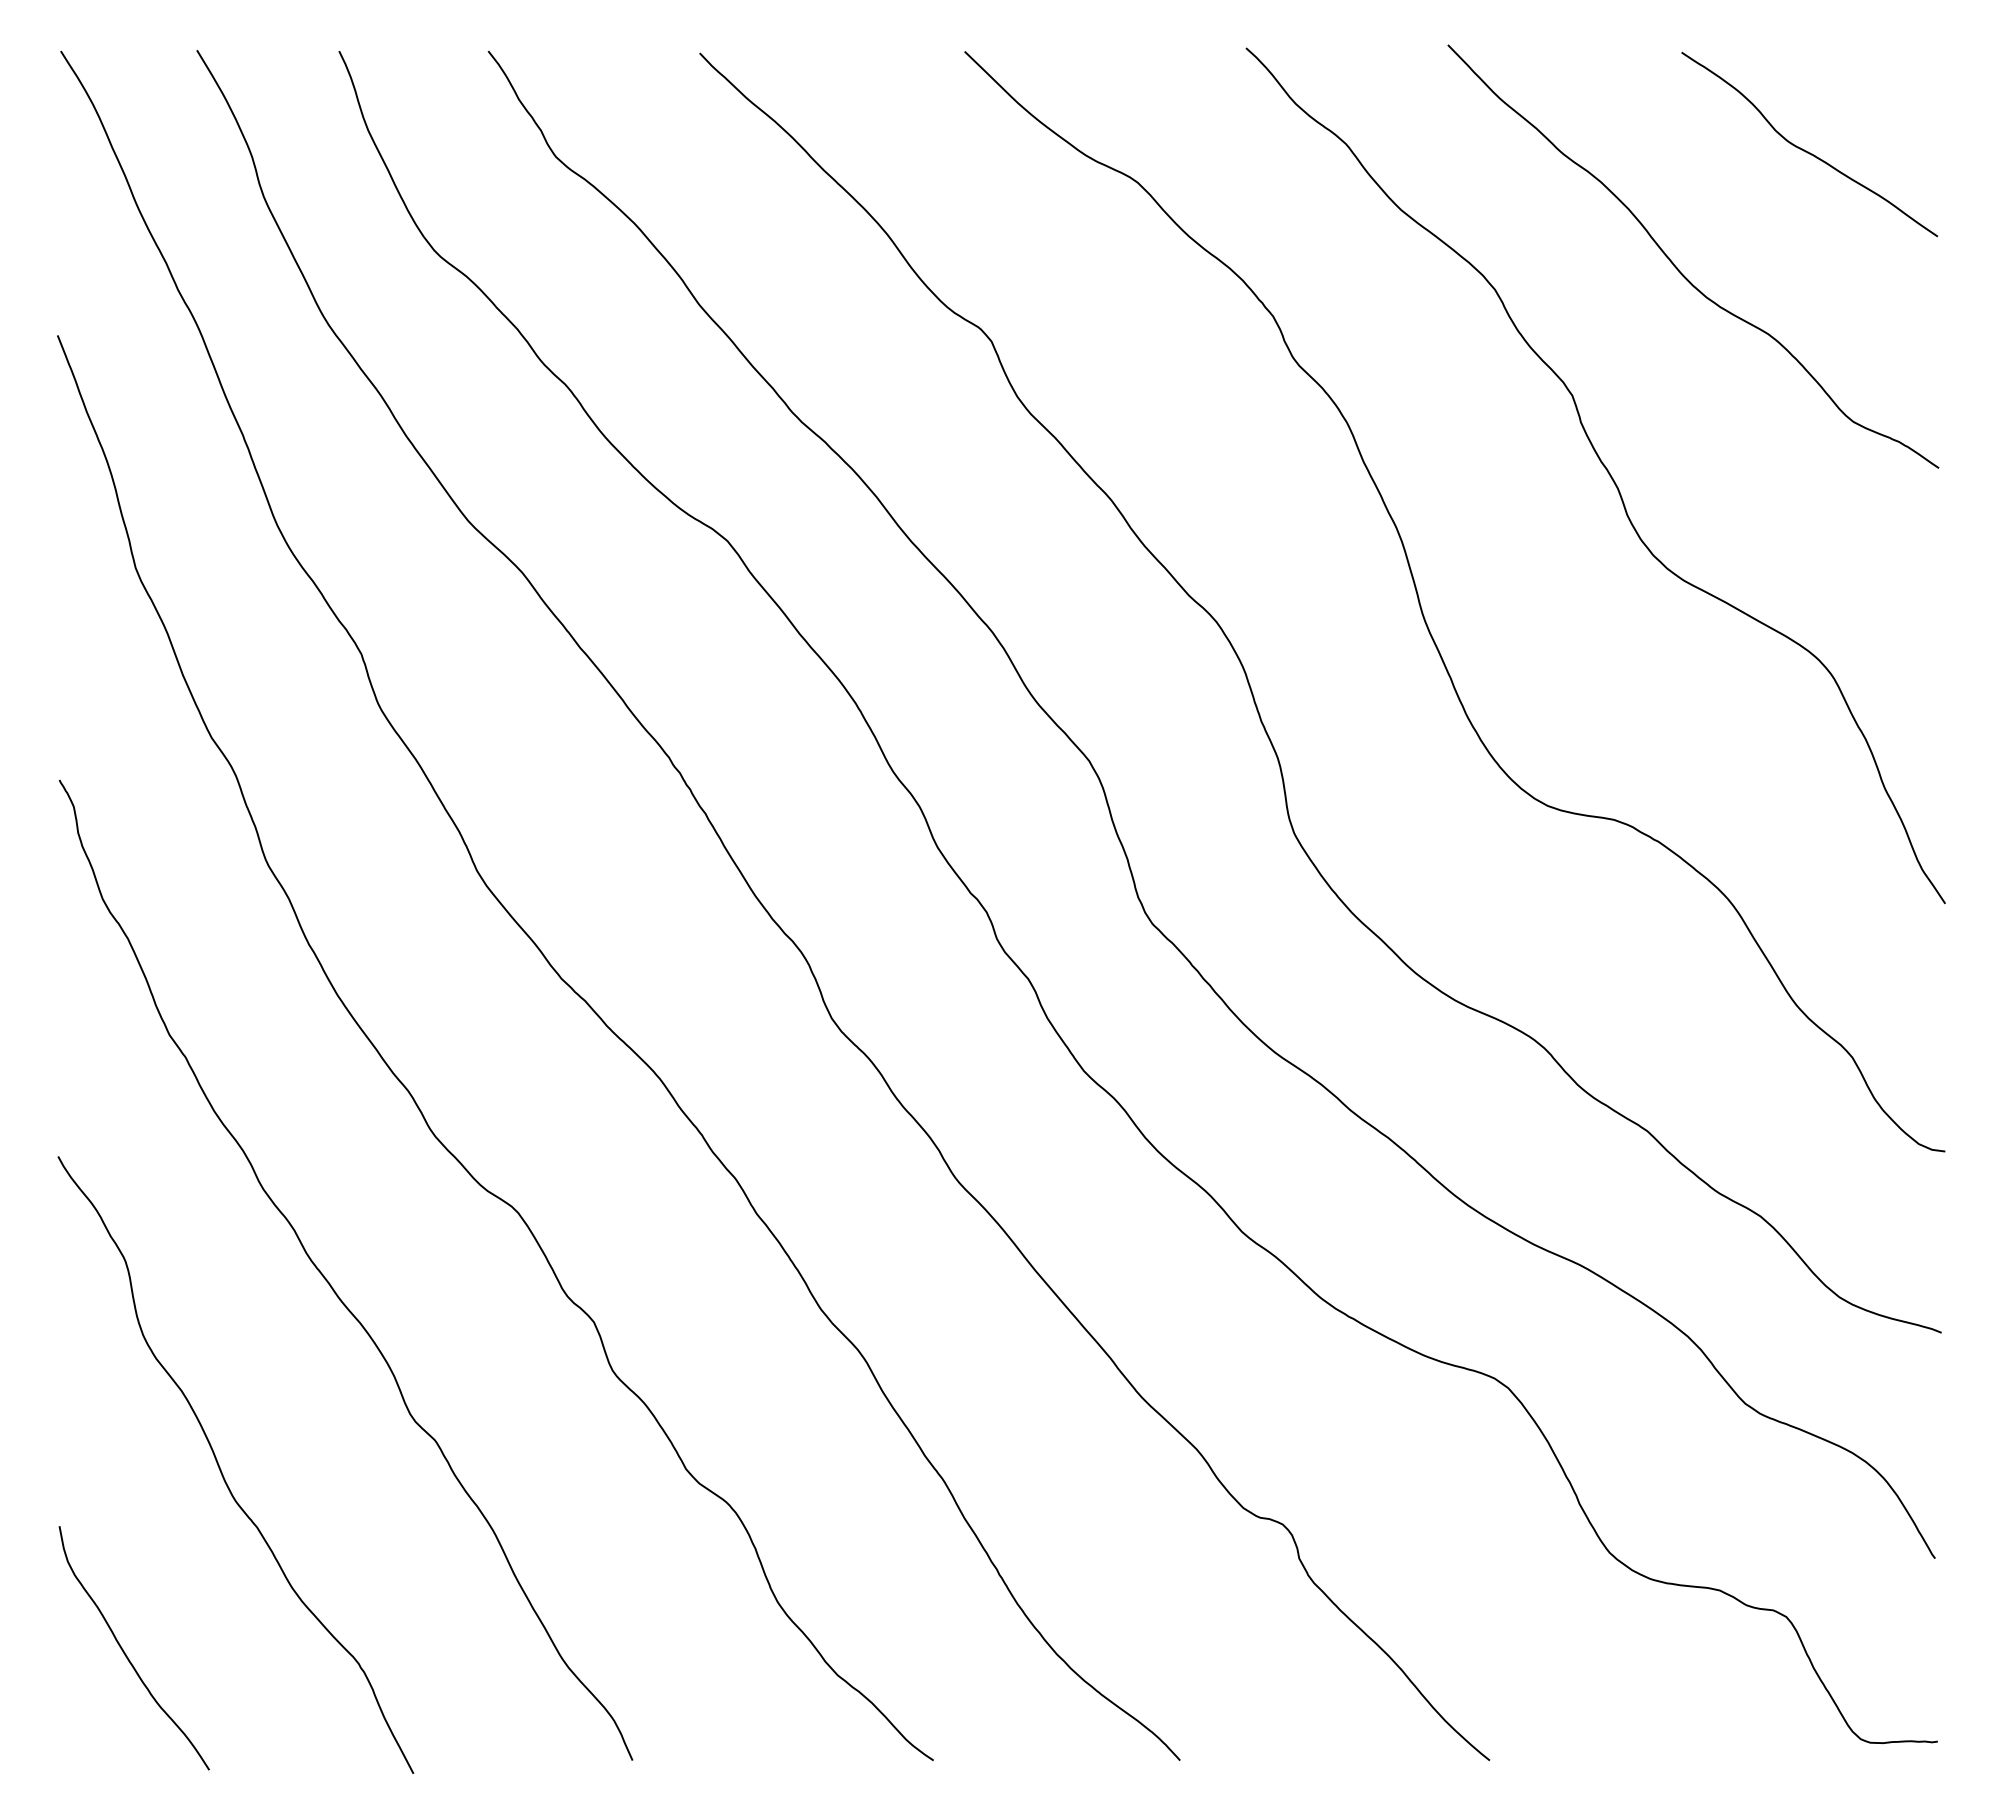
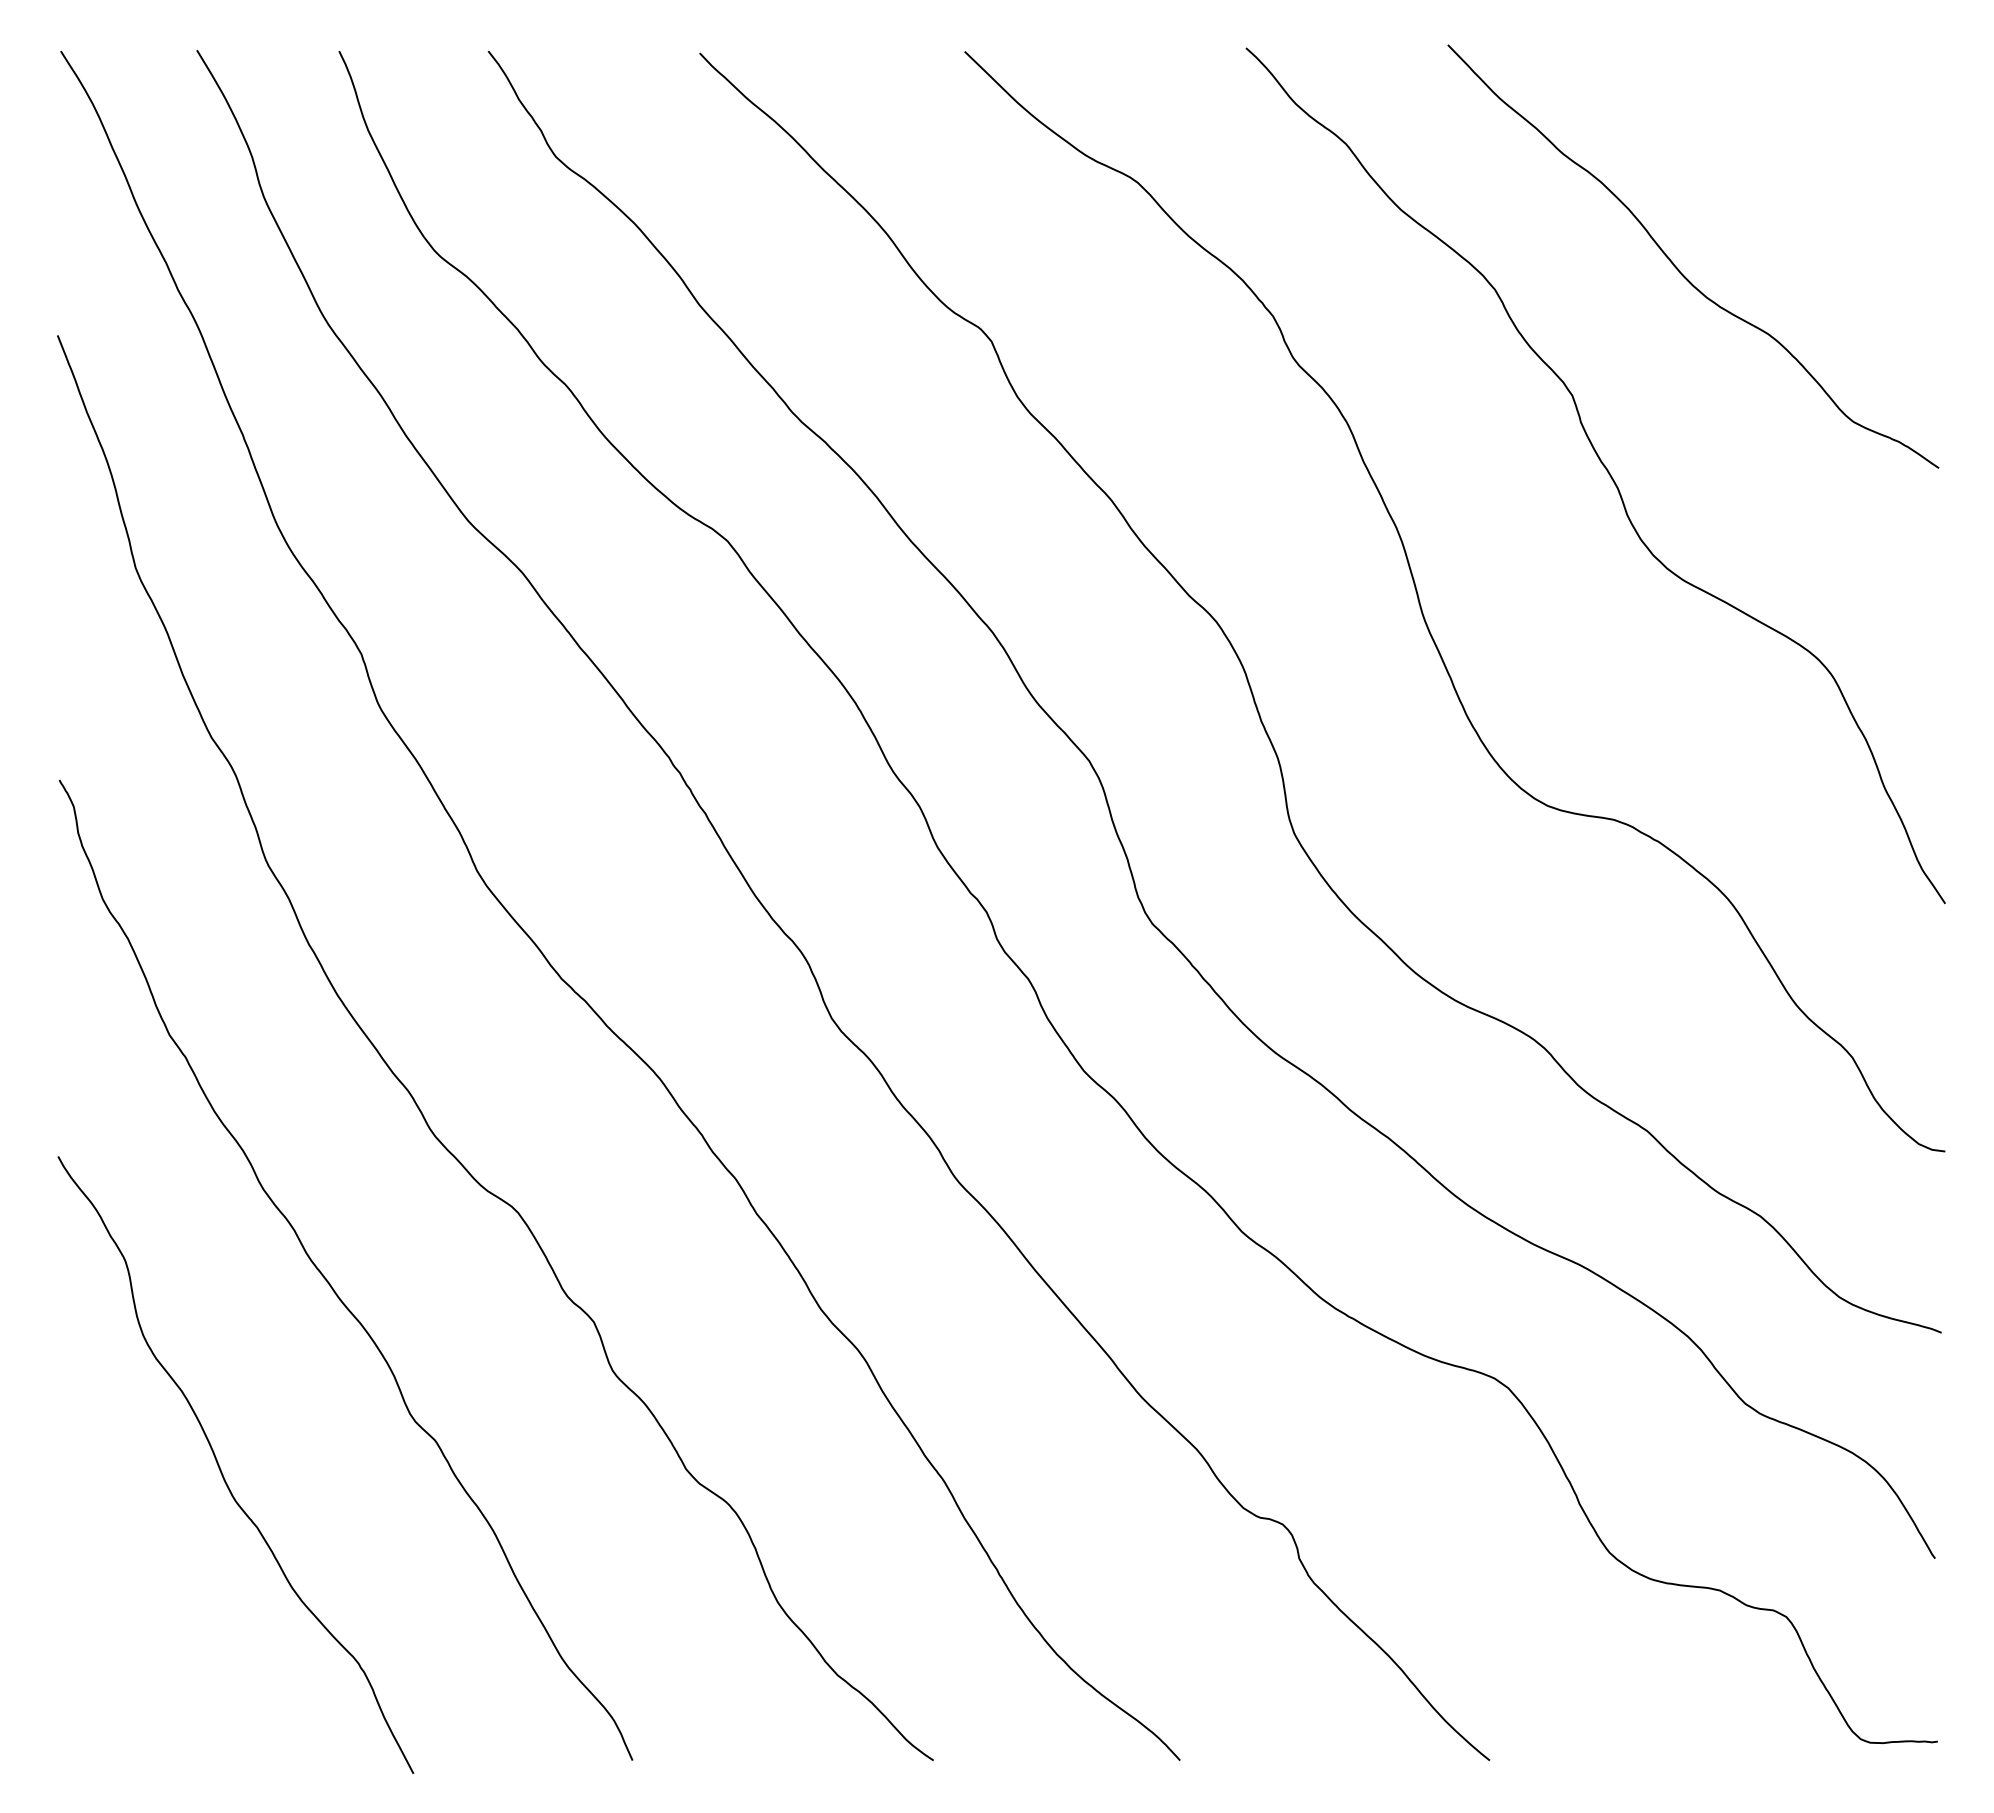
curve at (1806, 150): present -> none
curve at (125, 1652): present -> none
